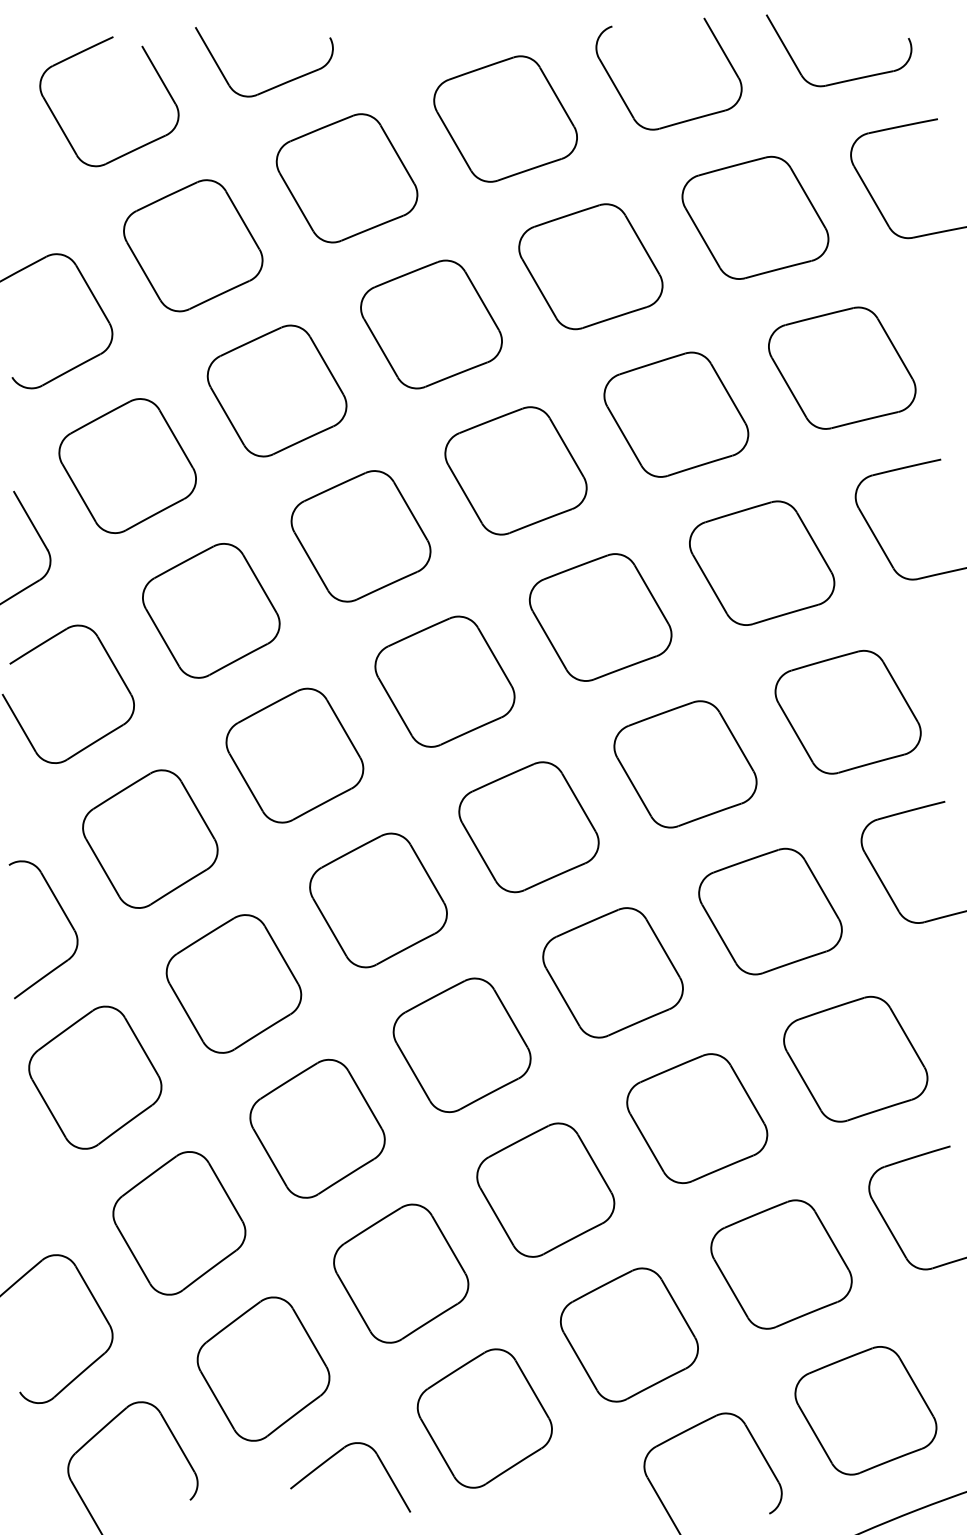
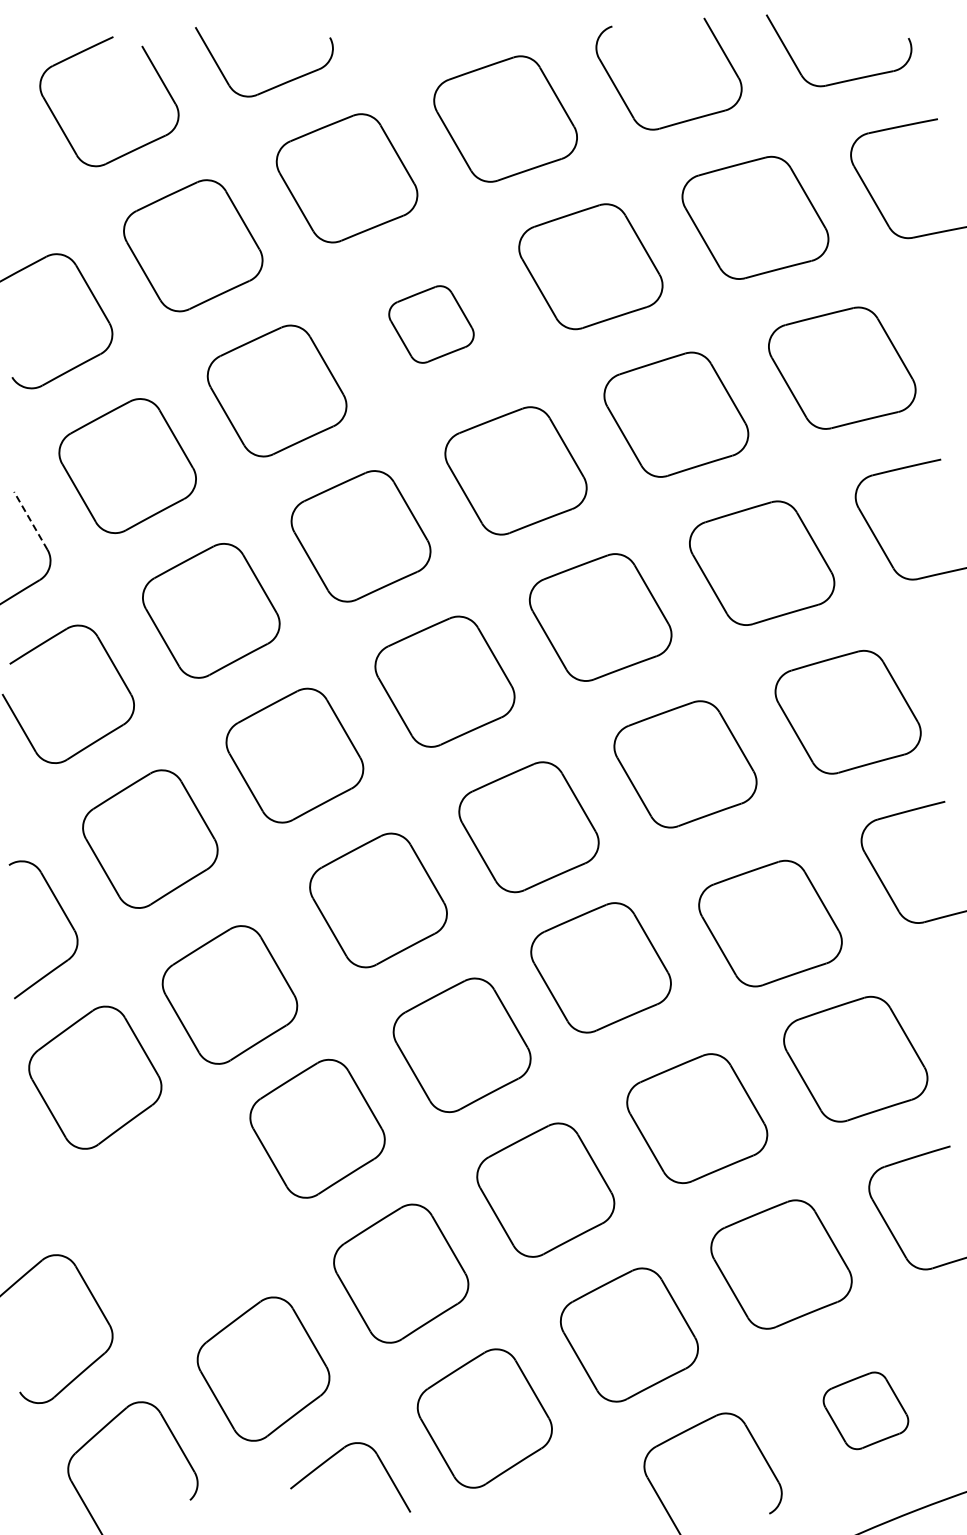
part at (431, 324) size: 143x131 px -> 87x79 px
line at (30, 520): solid -> dashed
part at (770, 911) position: (770, 911) -> (770, 923)
part at (612, 972) position: (612, 972) -> (600, 967)
part at (233, 983) position: (233, 983) -> (229, 994)
part at (179, 1223): present -> none
part at (865, 1410) size: 144x130 px -> 88x80 px
